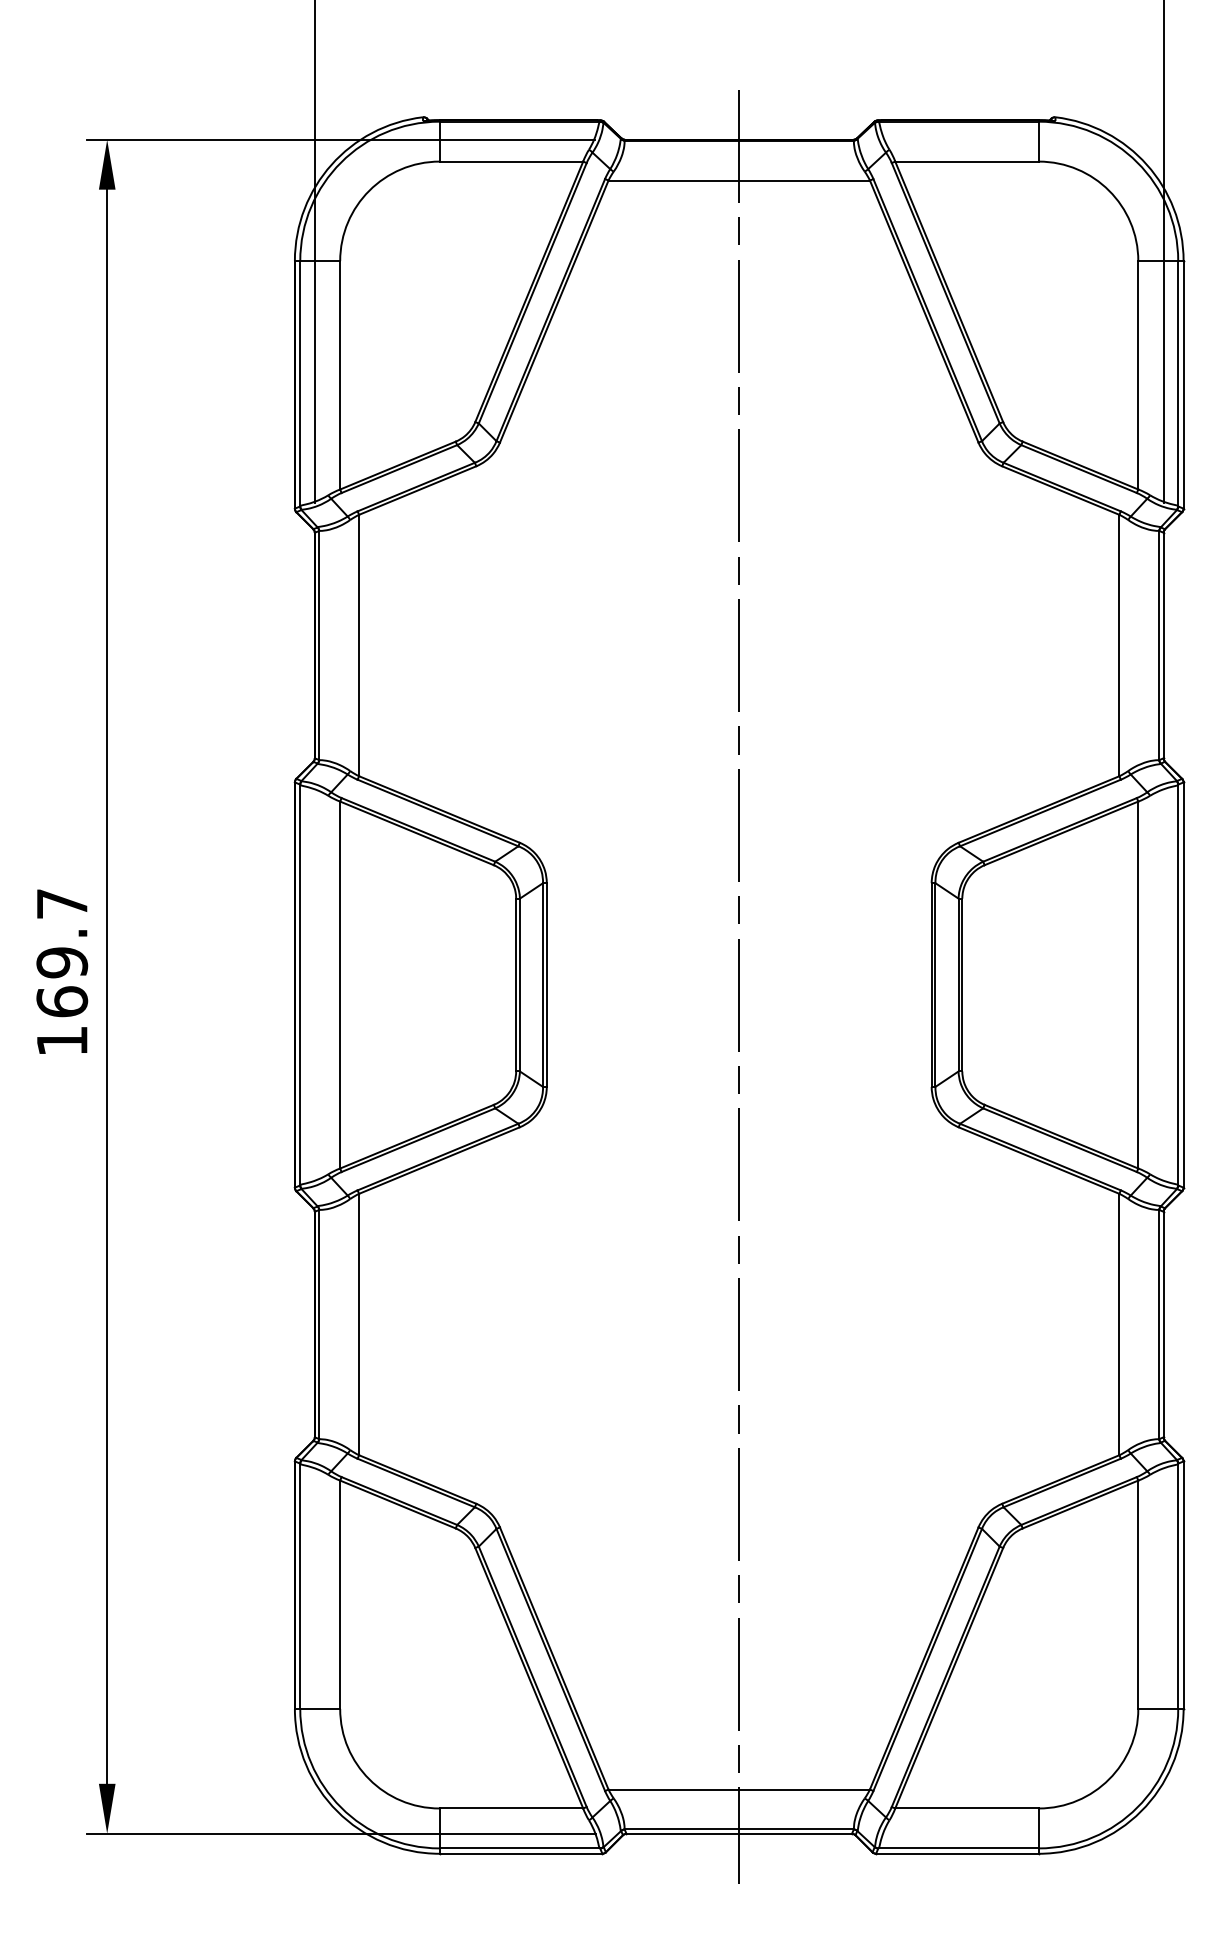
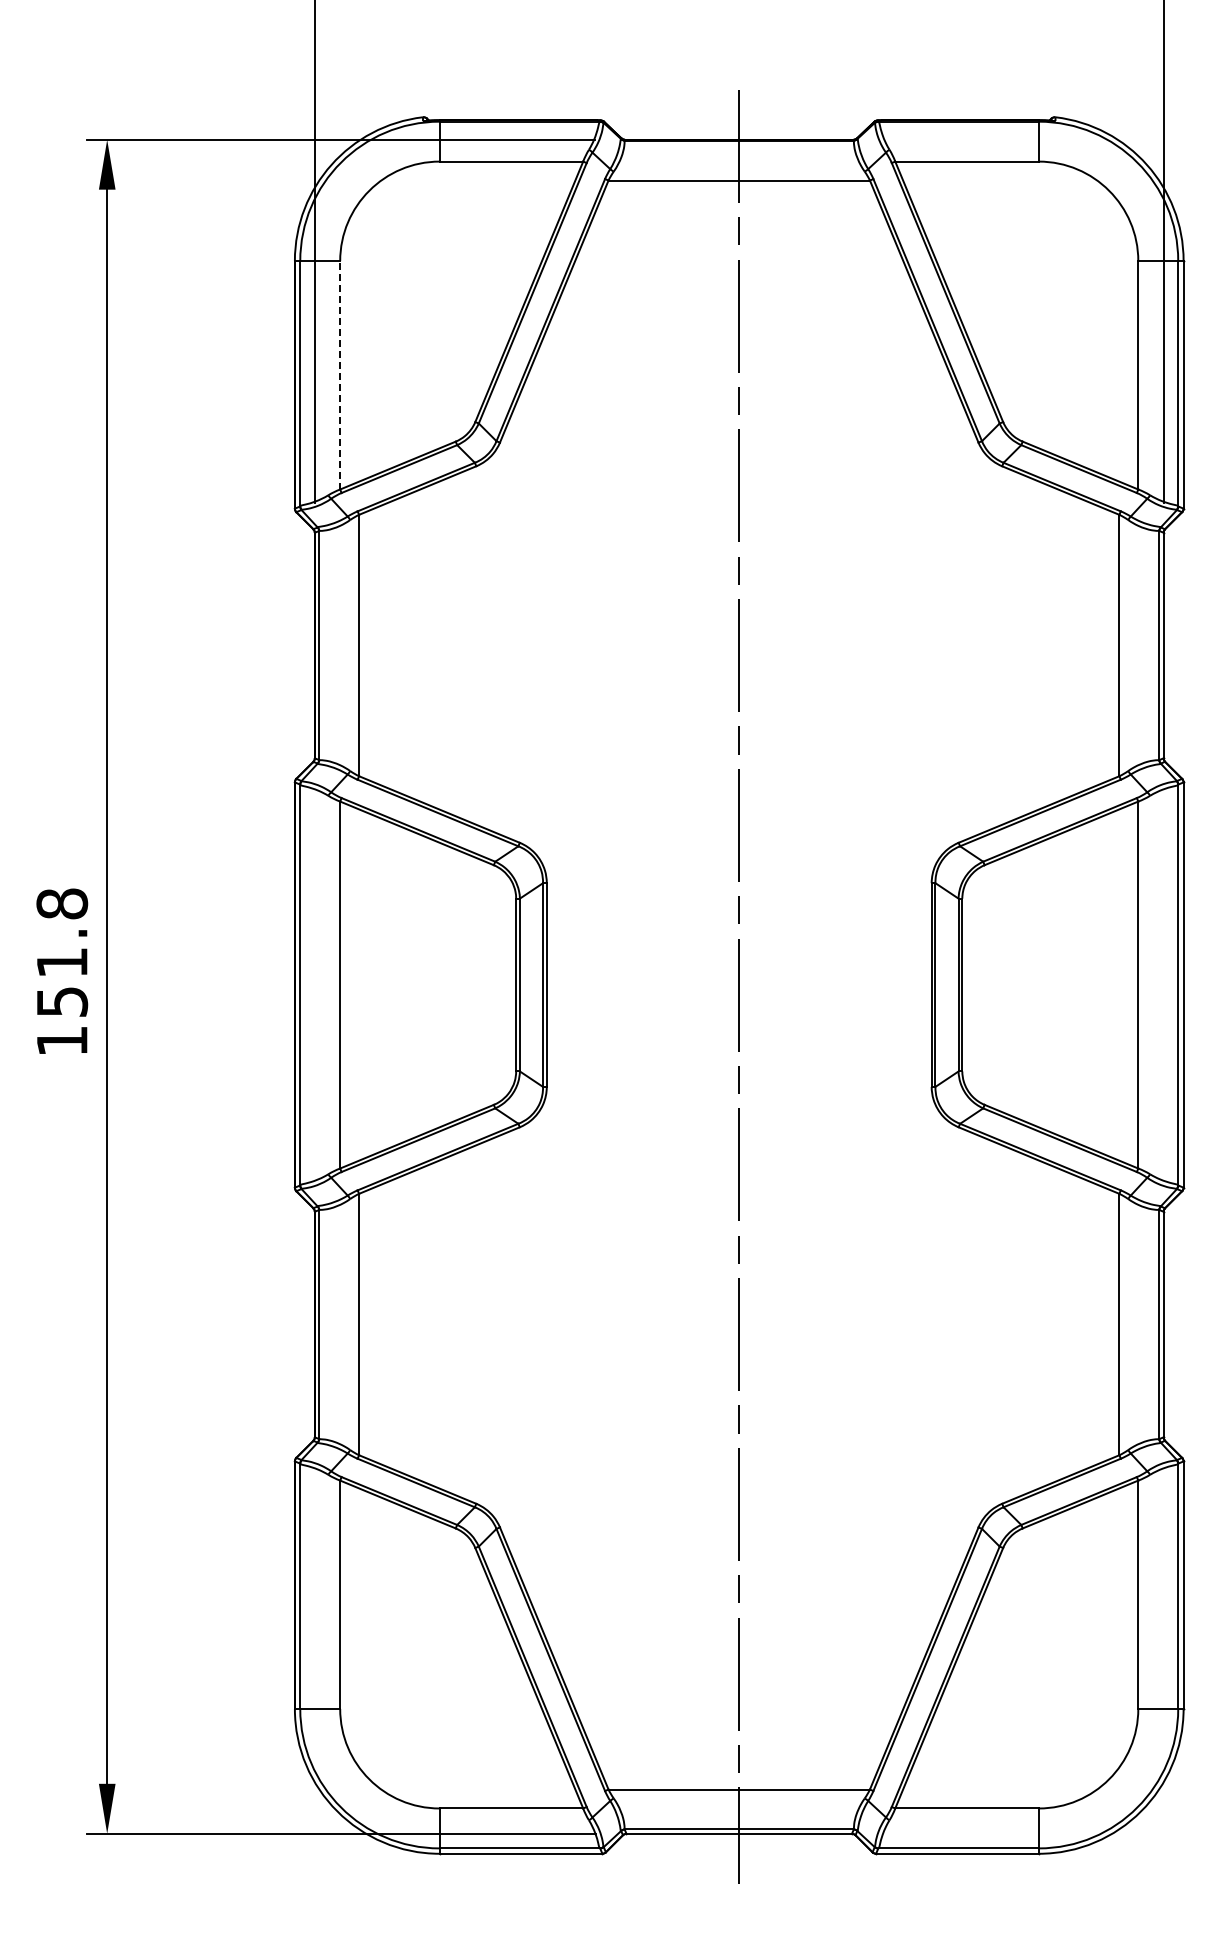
line at (340, 374): solid -> dashed
text at (62, 952): 169.7 -> 151.8
